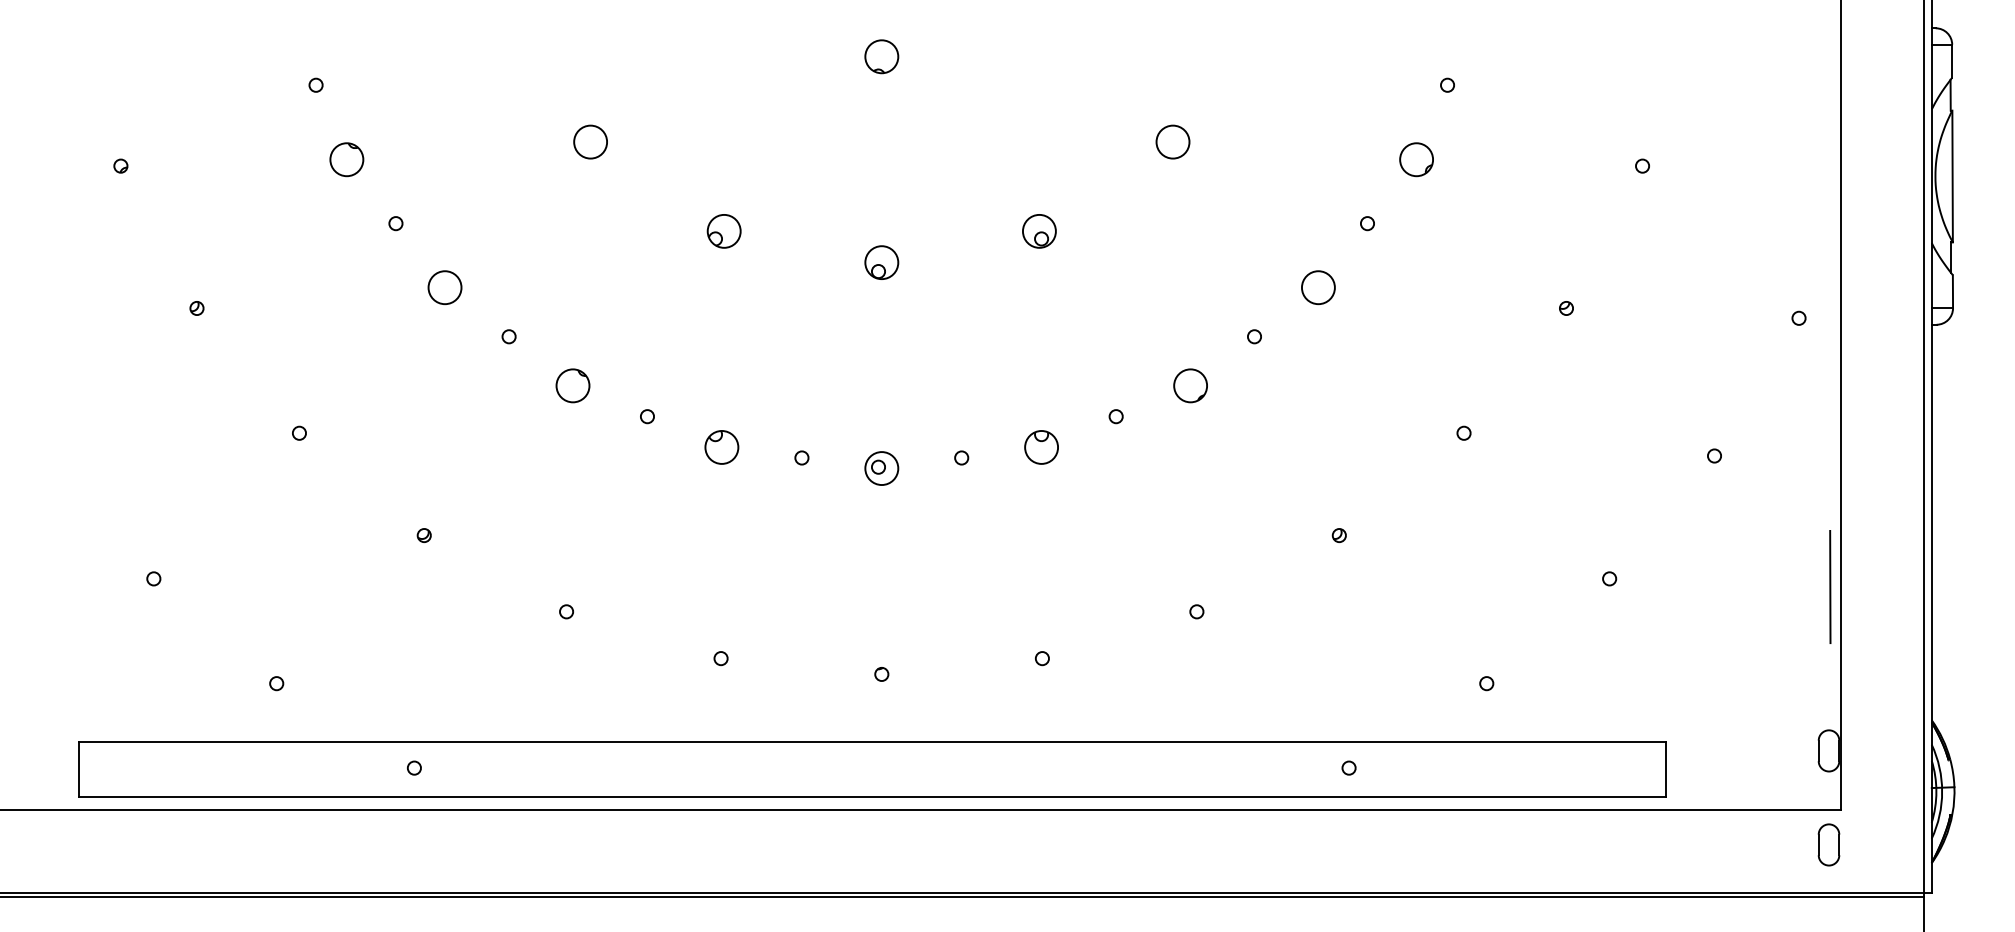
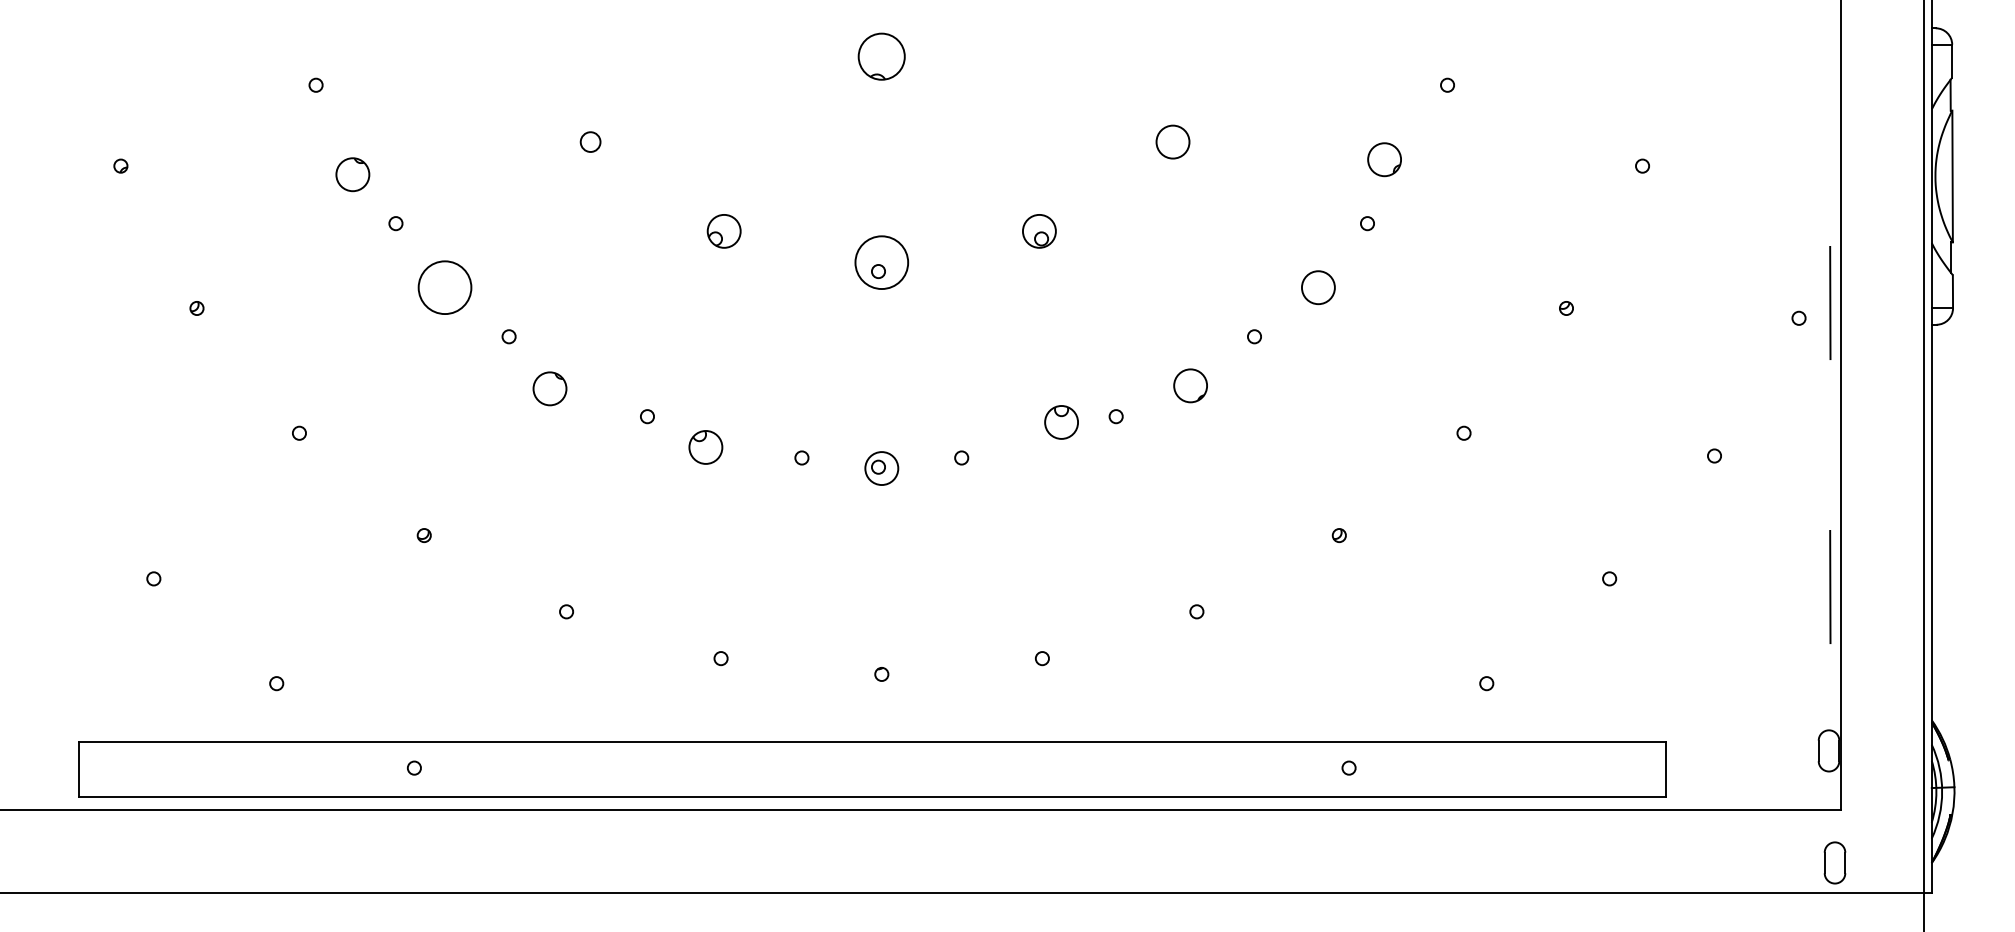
part at (881, 56) size: 36x36 px -> 49x49 px
circle at (590, 141) diameter: 33 px -> 20 px
part at (346, 159) position: (346, 159) -> (352, 174)
part at (1416, 159) position: (1416, 159) -> (1384, 159)
circle at (881, 262) diameter: 33 px -> 53 px
circle at (444, 287) diameter: 33 px -> 53 px
line at (1830, 302): none -> present
part at (572, 385) position: (572, 385) -> (549, 388)
part at (721, 447) position: (721, 447) -> (705, 447)
part at (1041, 447) position: (1041, 447) -> (1061, 422)
part at (1828, 844) position: (1828, 844) -> (1834, 862)
line at (962, 897): present -> none
